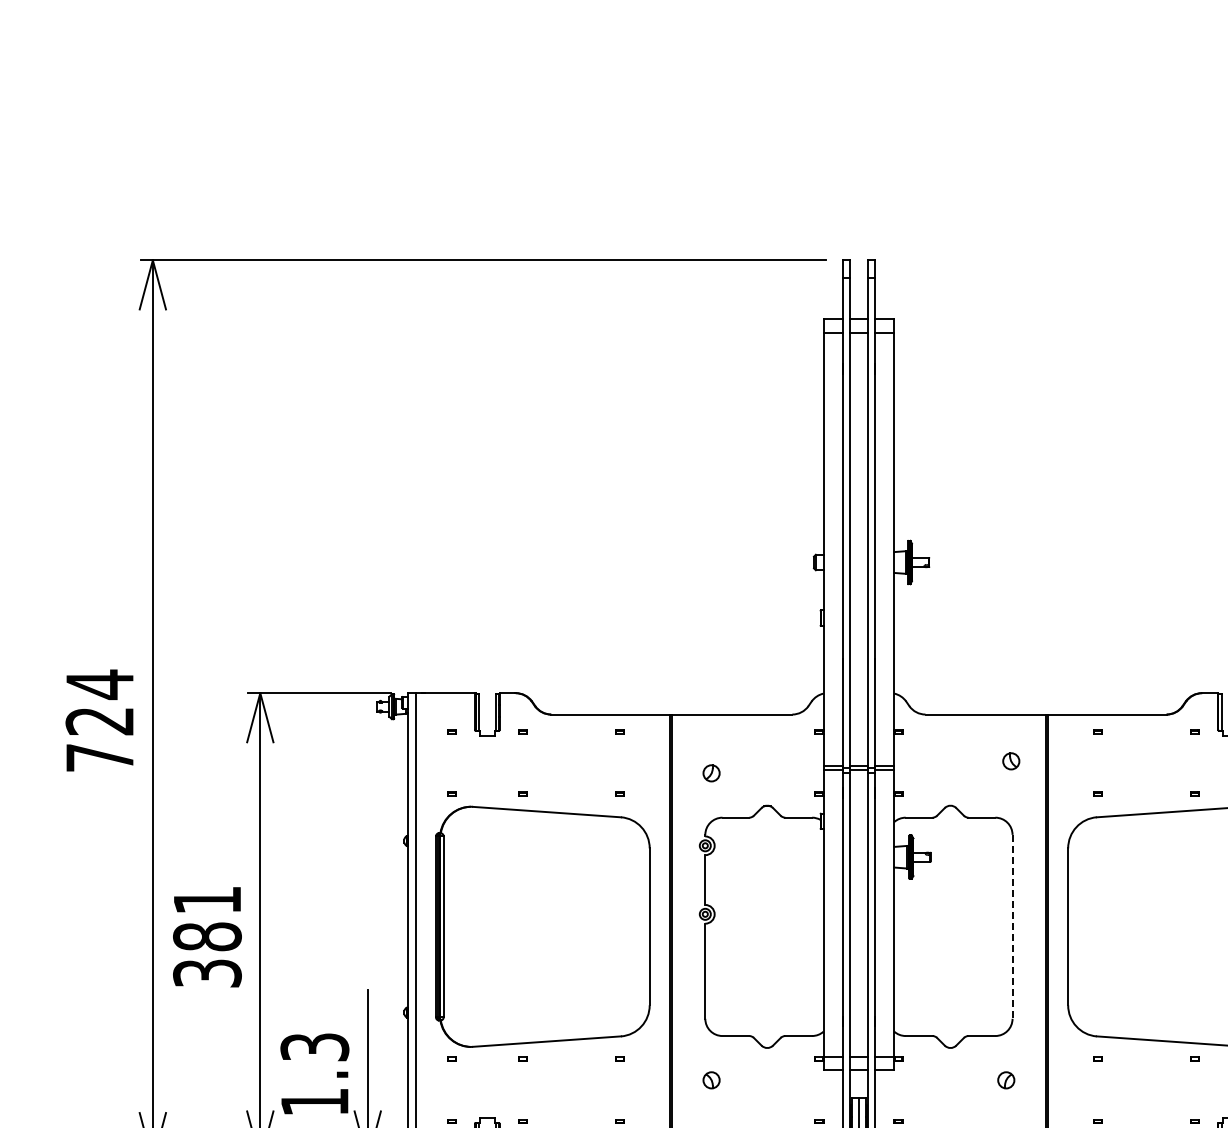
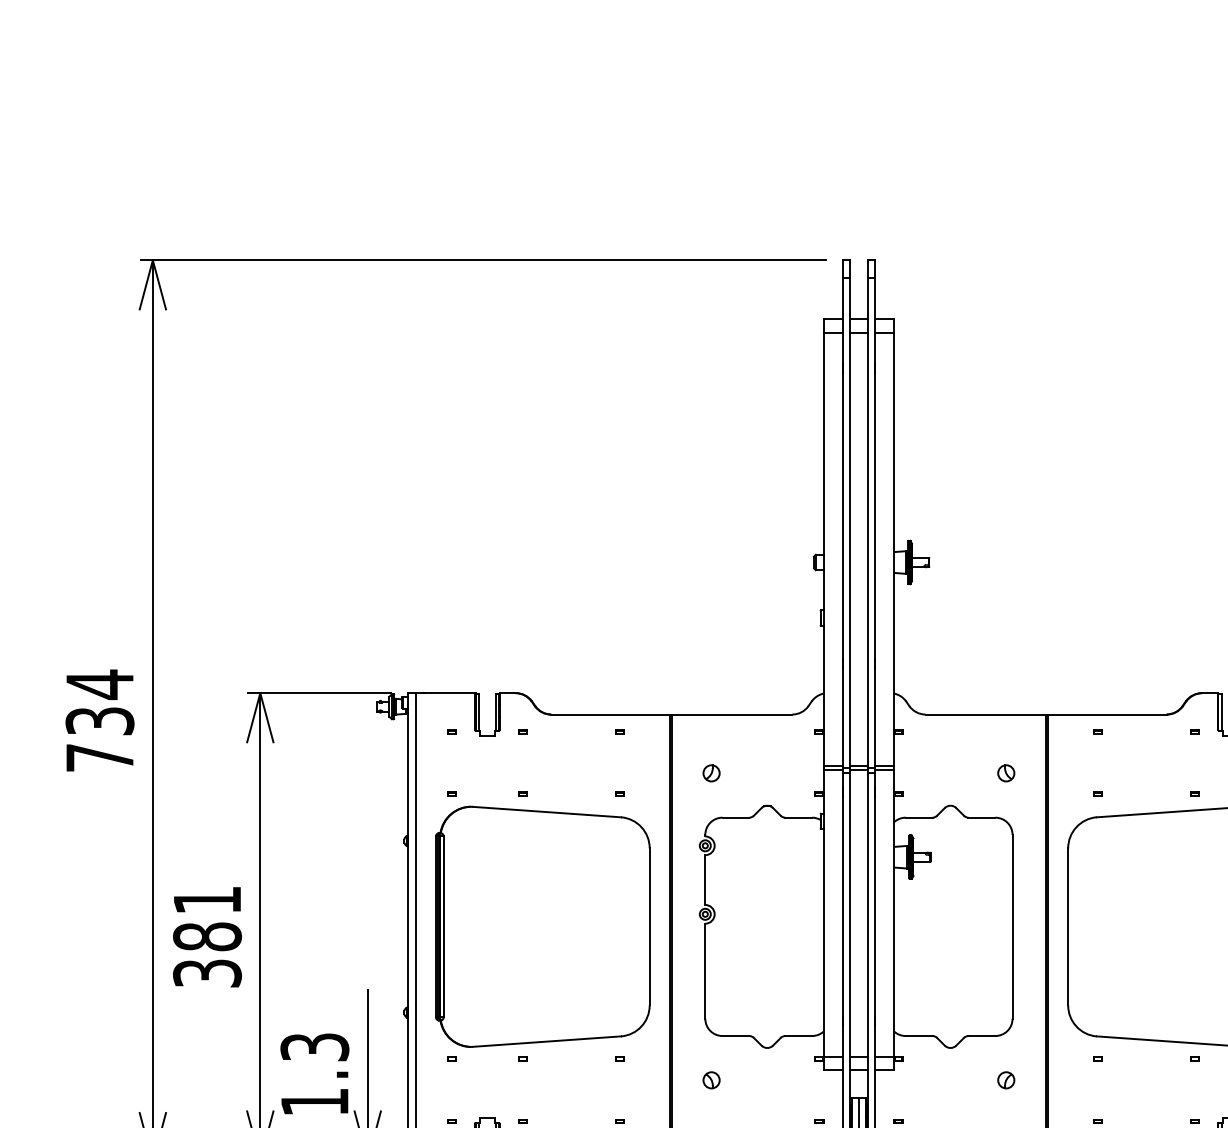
text at (99, 721): 724 -> 734
part at (1011, 761) position: (1011, 761) -> (1006, 773)
line at (1012, 926): dashed -> solid
